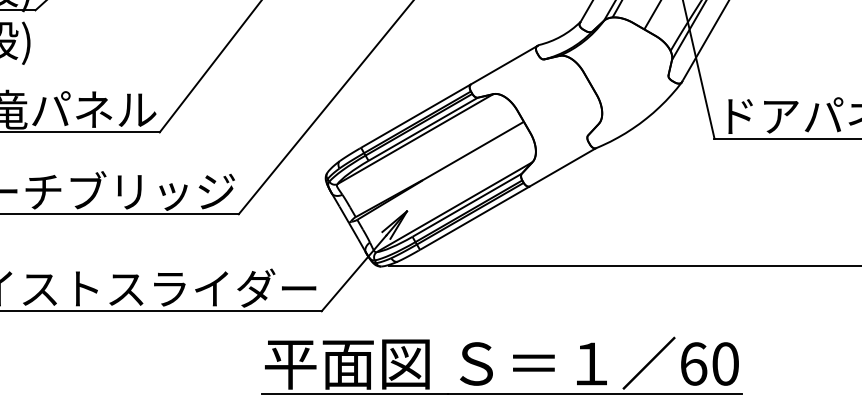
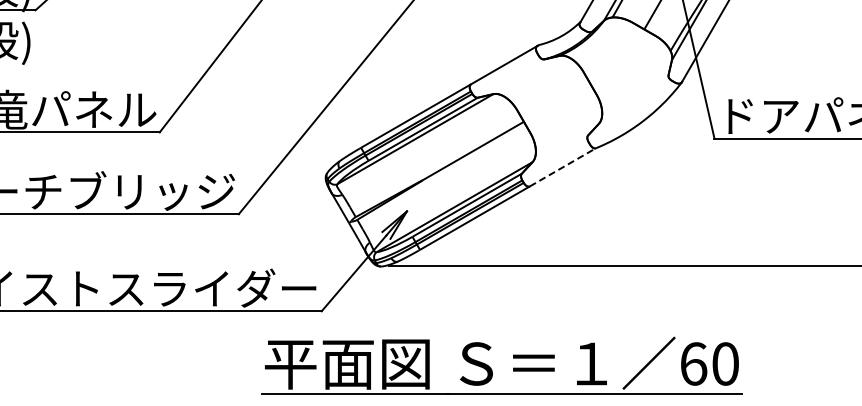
line at (563, 167): solid -> dashed
